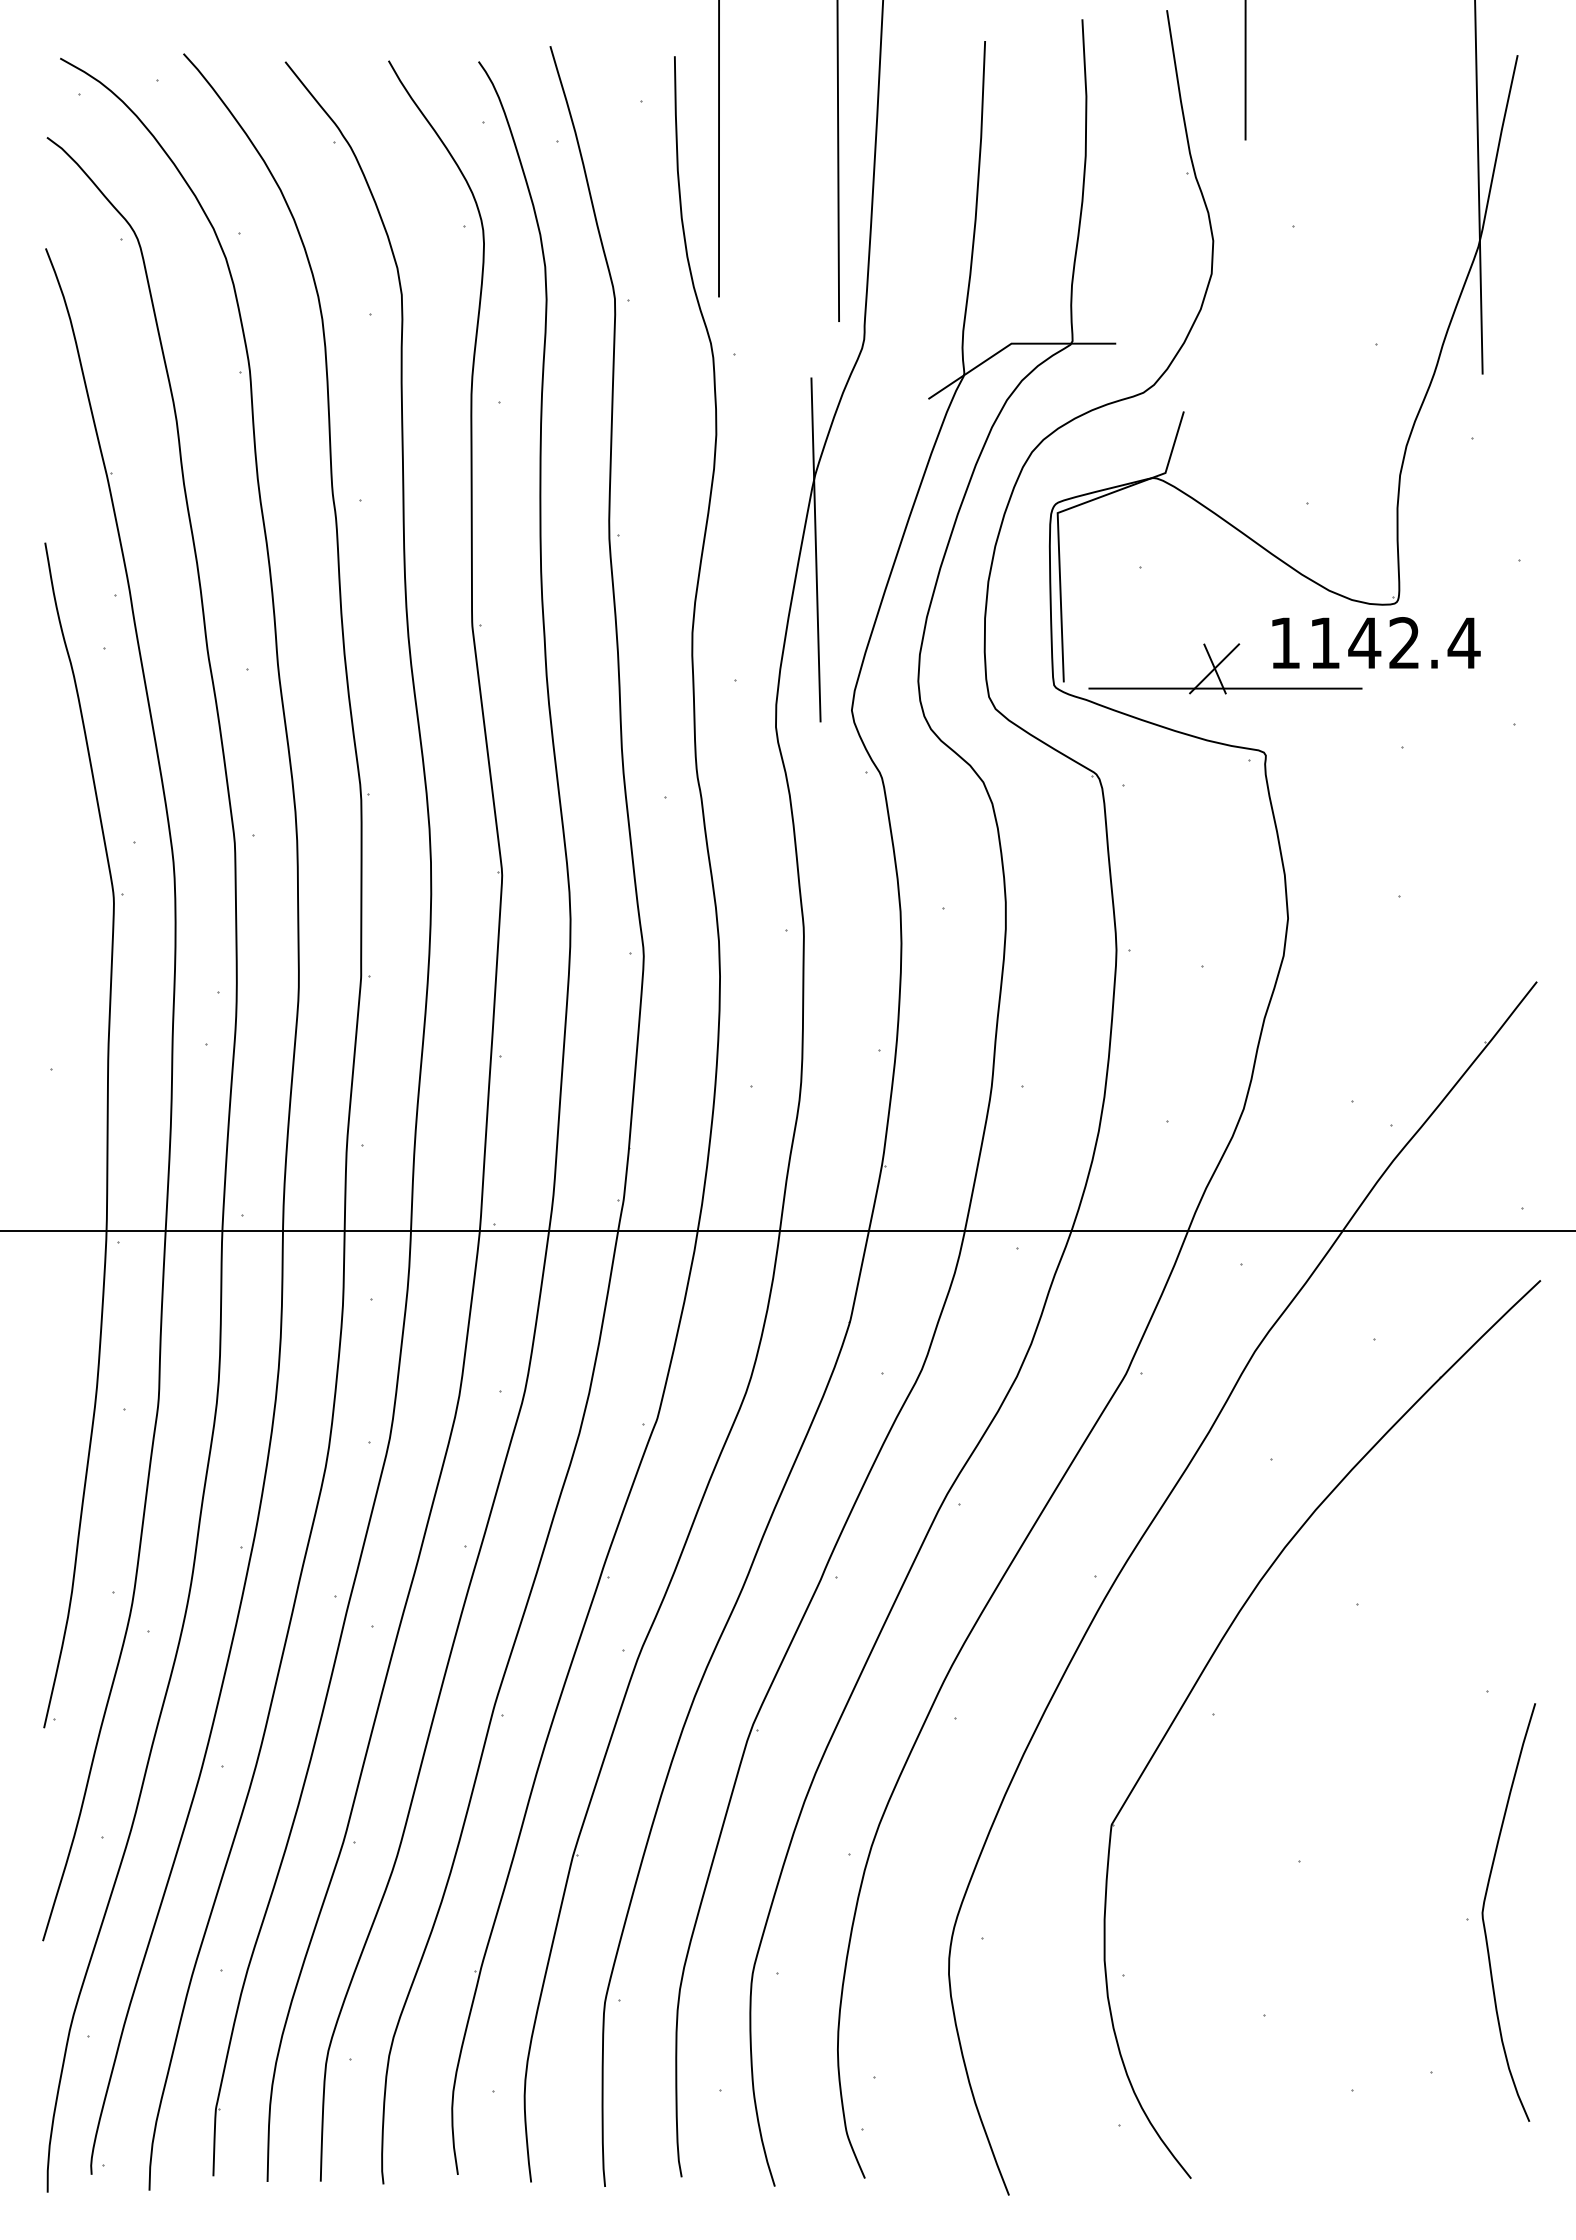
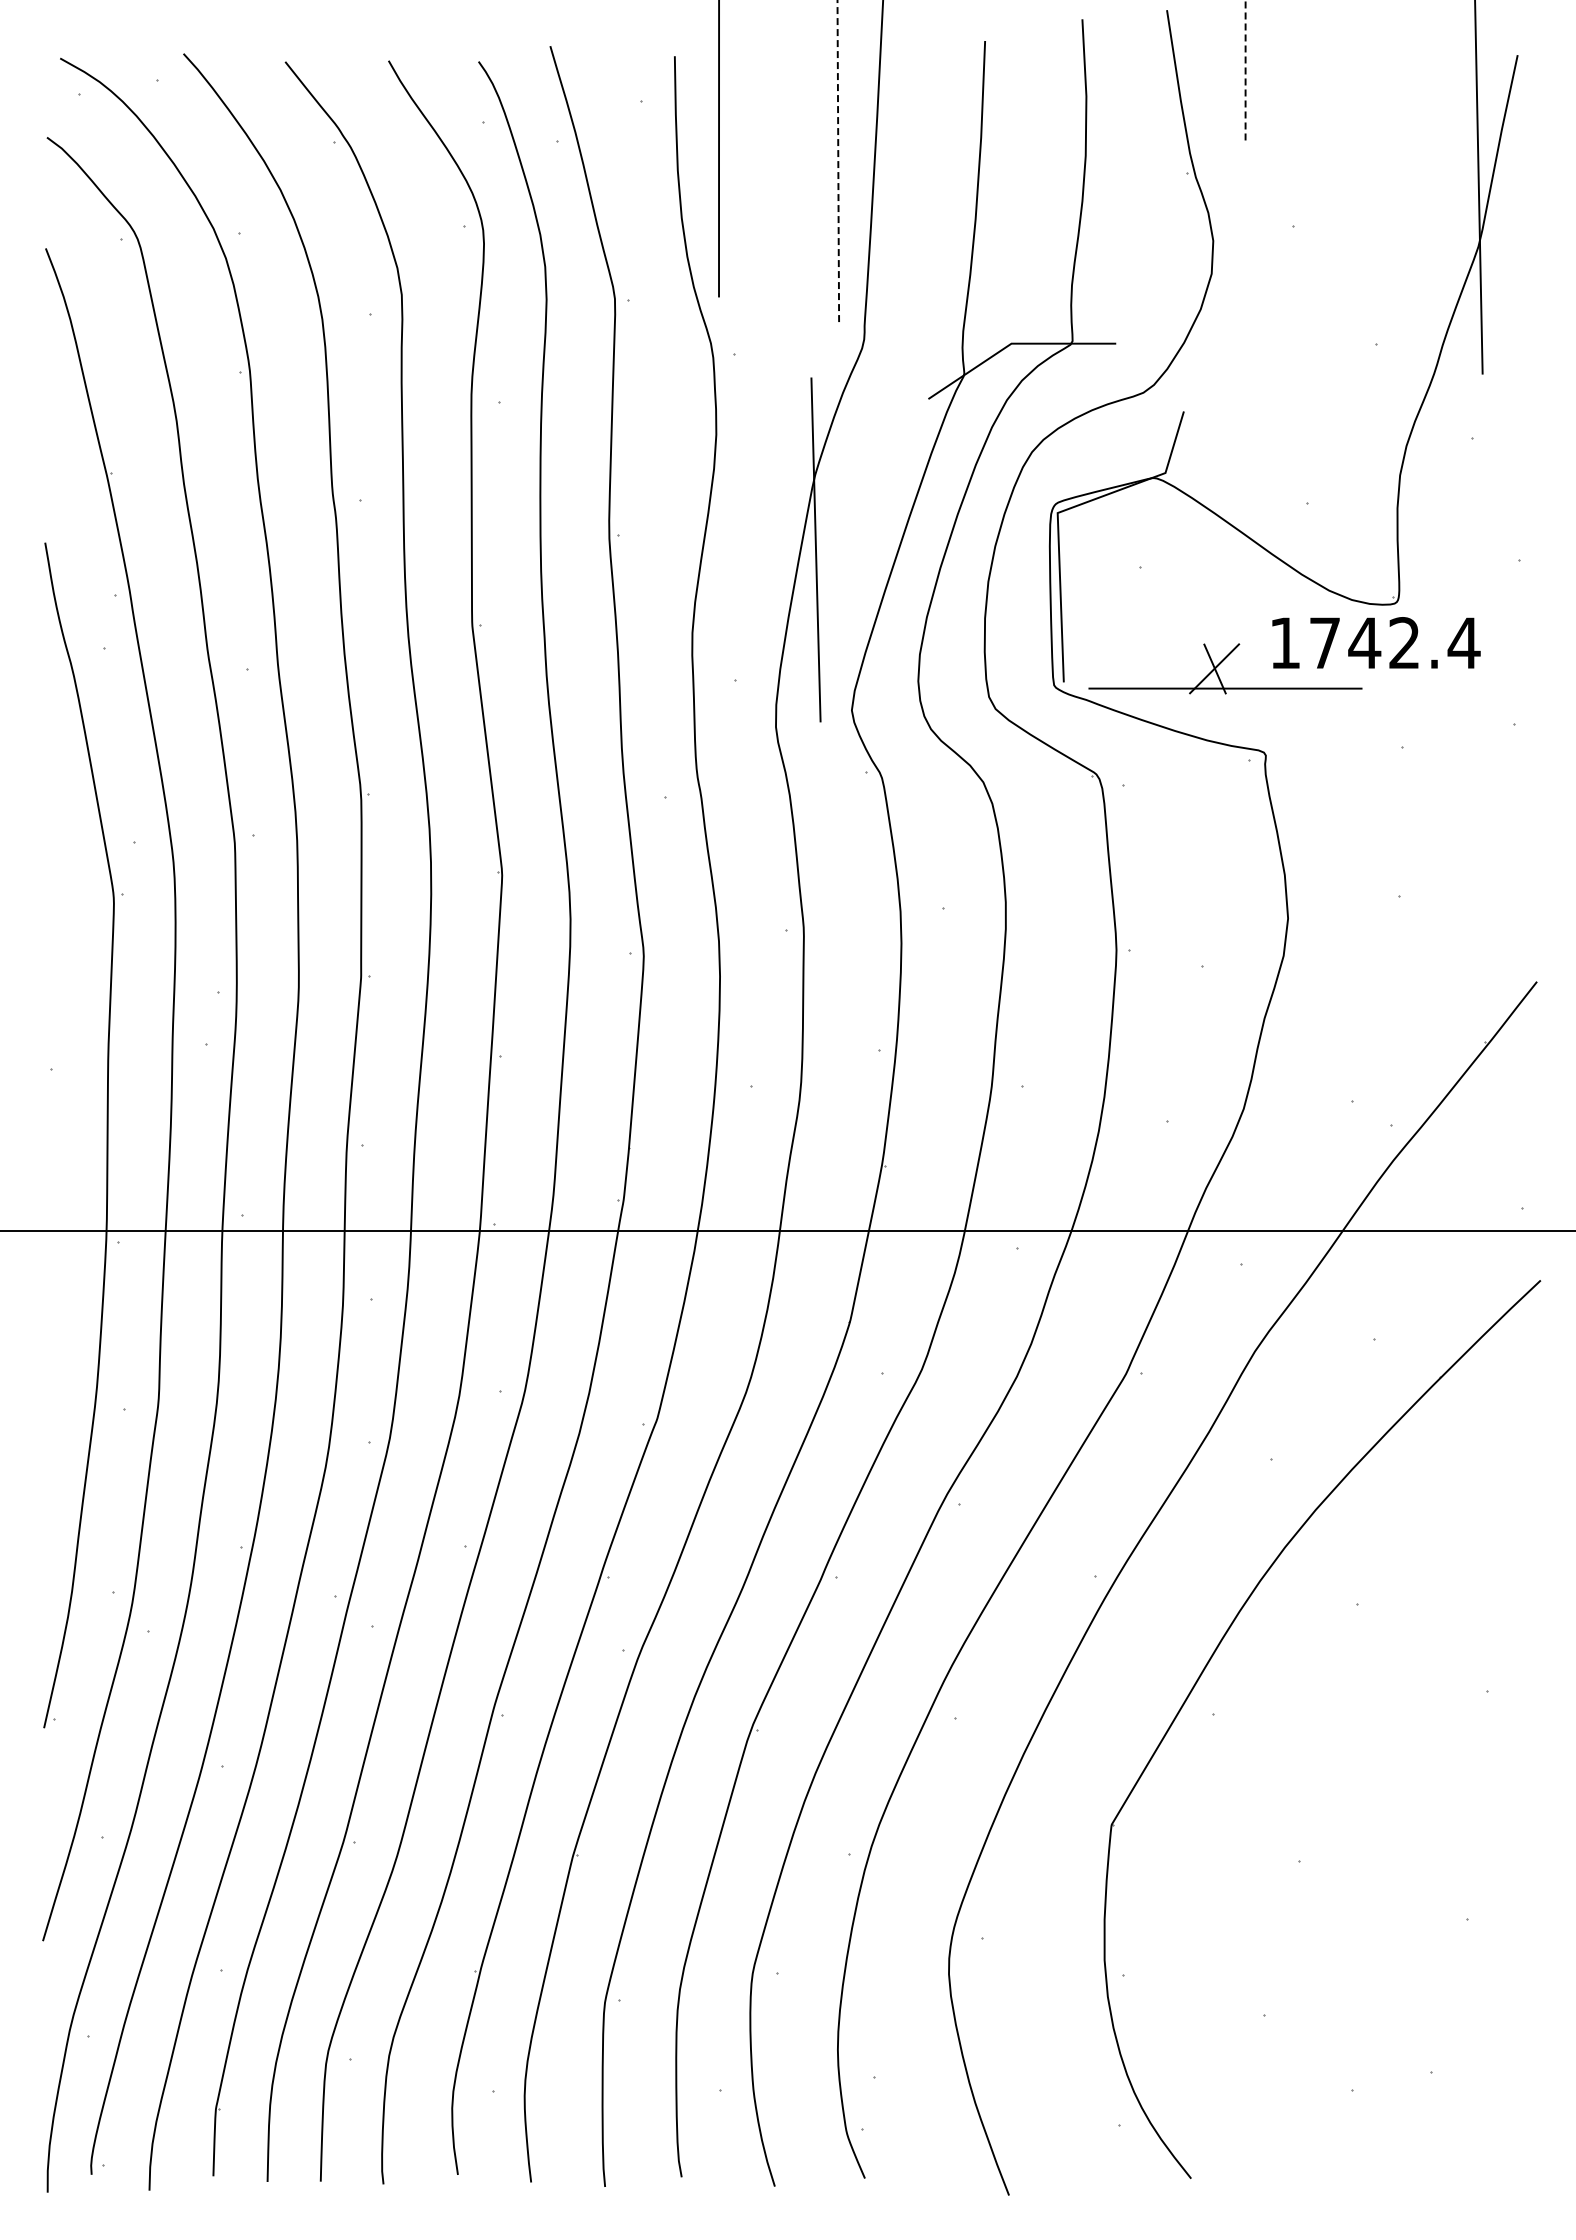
line at (1245, 70): solid -> dashed
line at (838, 161): solid -> dashed
text at (1324, 642): 1142.4 -> 1742.4
curve at (1484, 1908): present -> none
